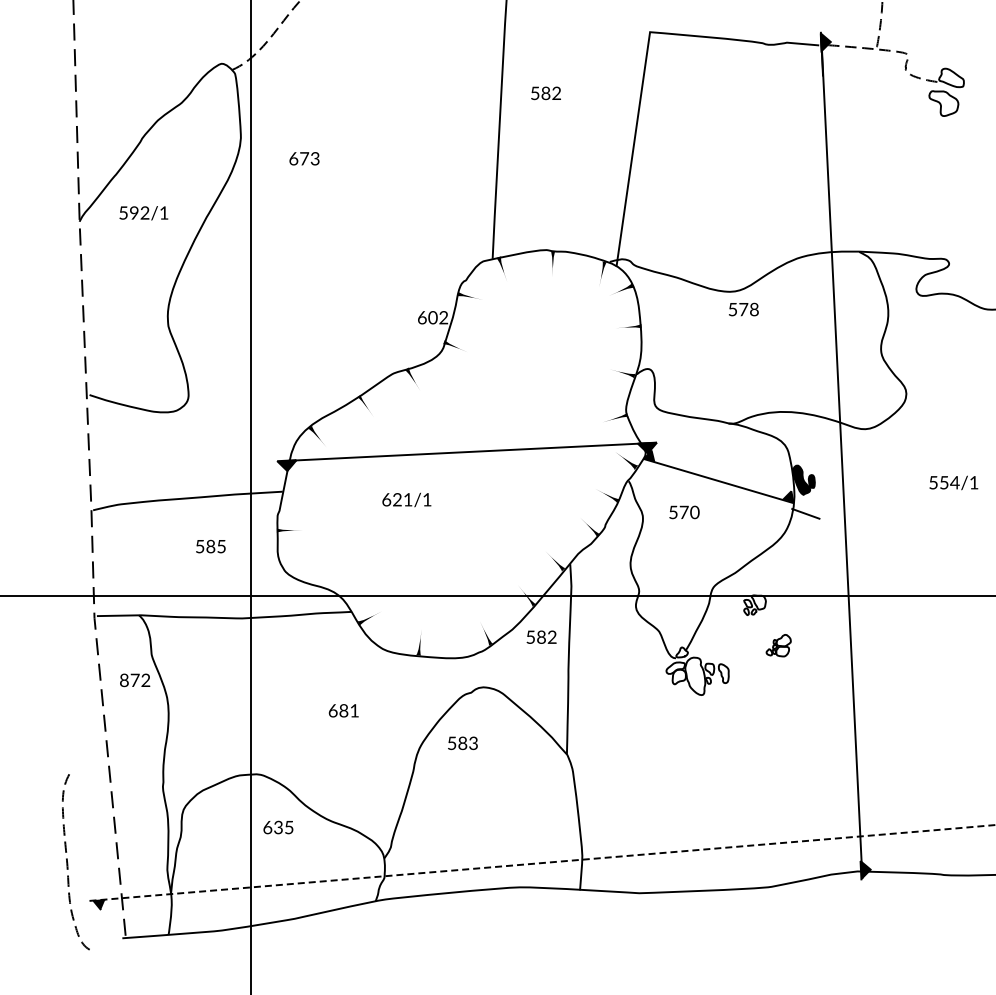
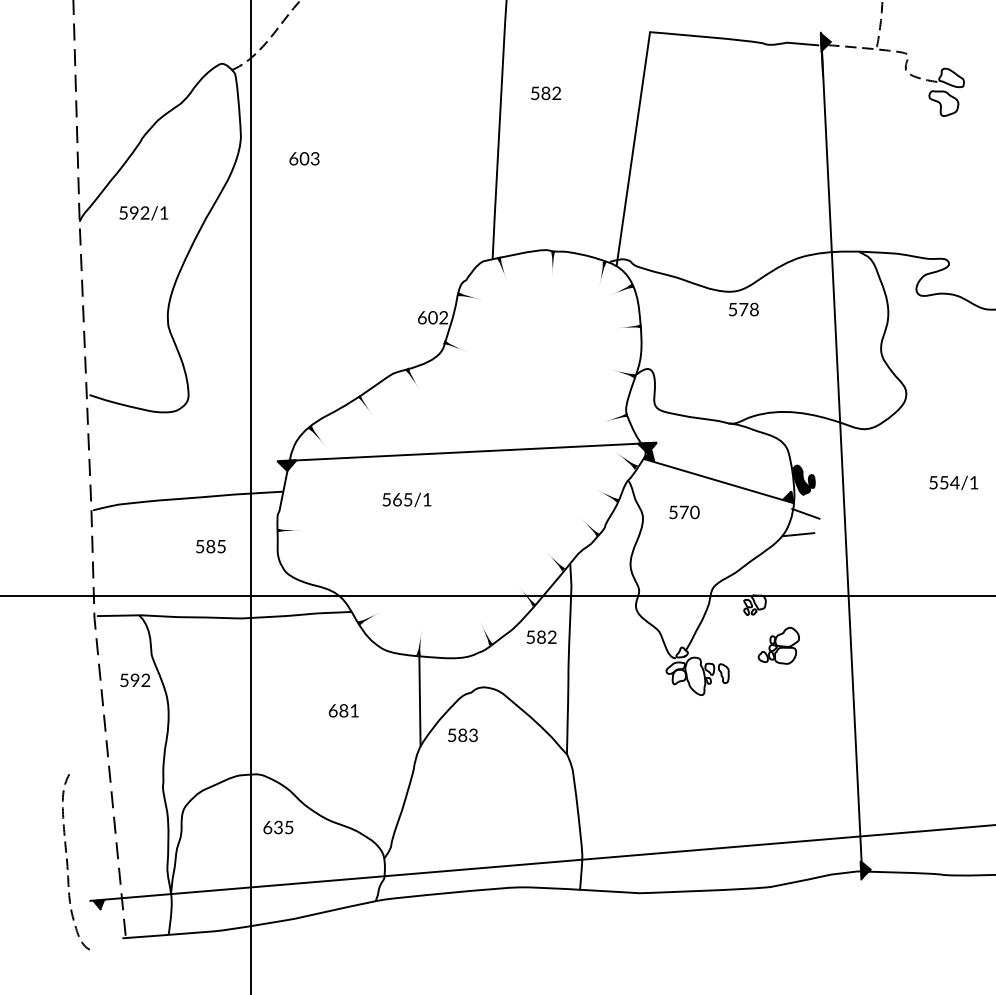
text at (304, 158): 673 -> 603
text at (397, 499): 621/1 -> 565/1
line at (798, 534): none -> present
part at (778, 645) size: 27x24 px -> 43x39 px
text at (129, 679): 872 -> 592
line at (419, 700): none -> present
text at (462, 743) position: (462, 743) -> (462, 735)
line at (543, 862): dashed -> solid
